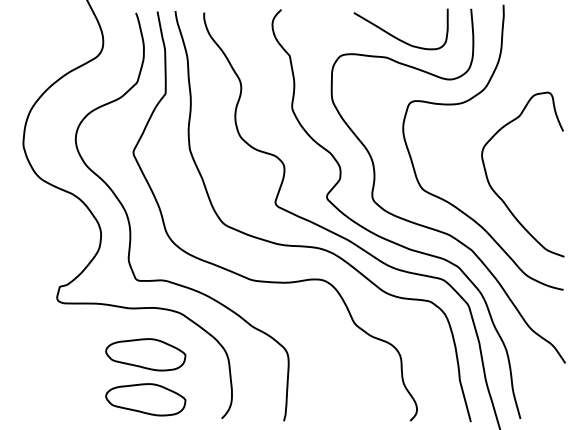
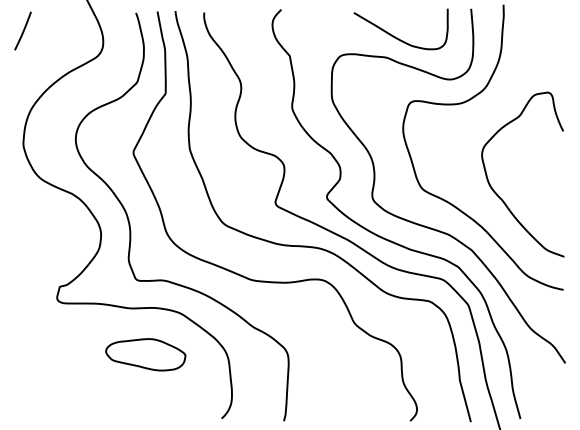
line at (23, 30): none -> present
part at (145, 399): present -> none
